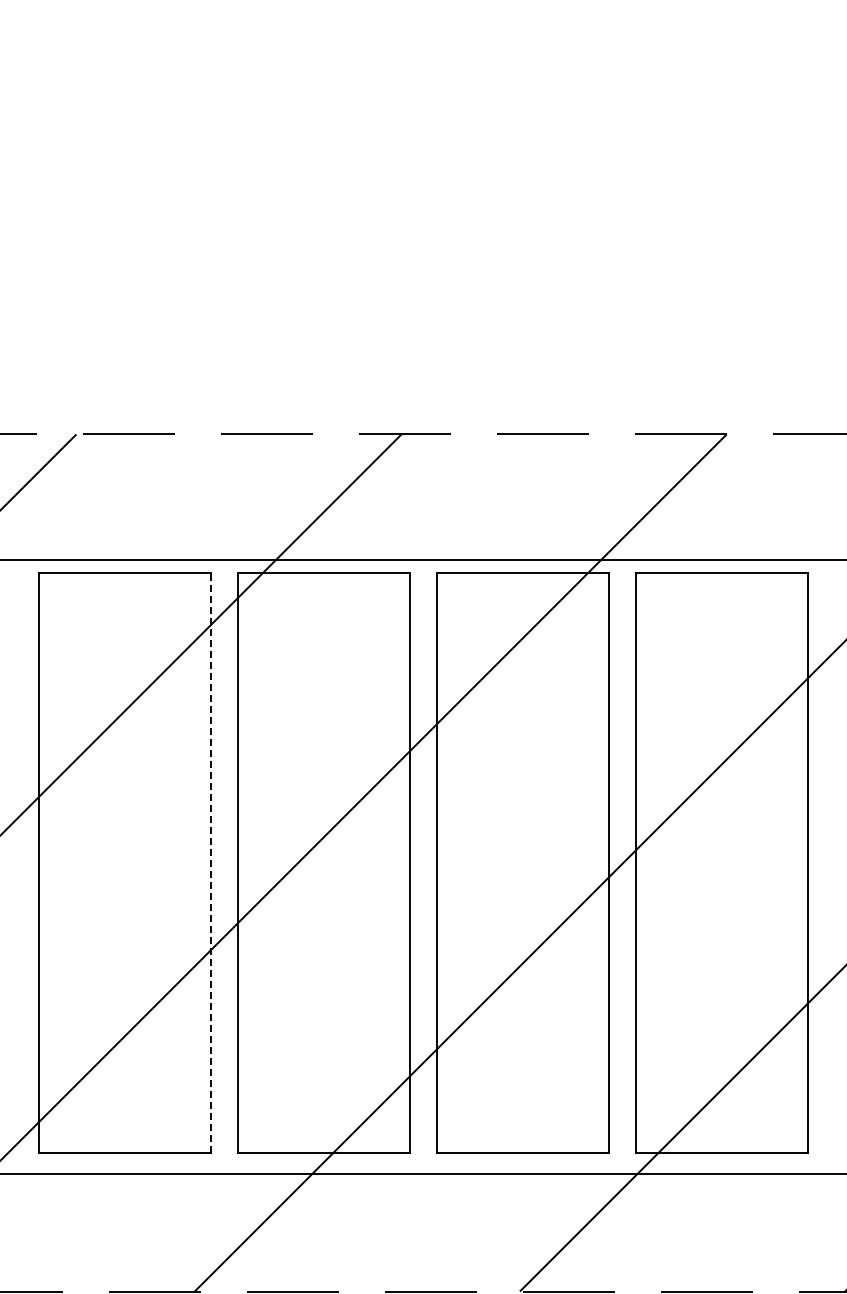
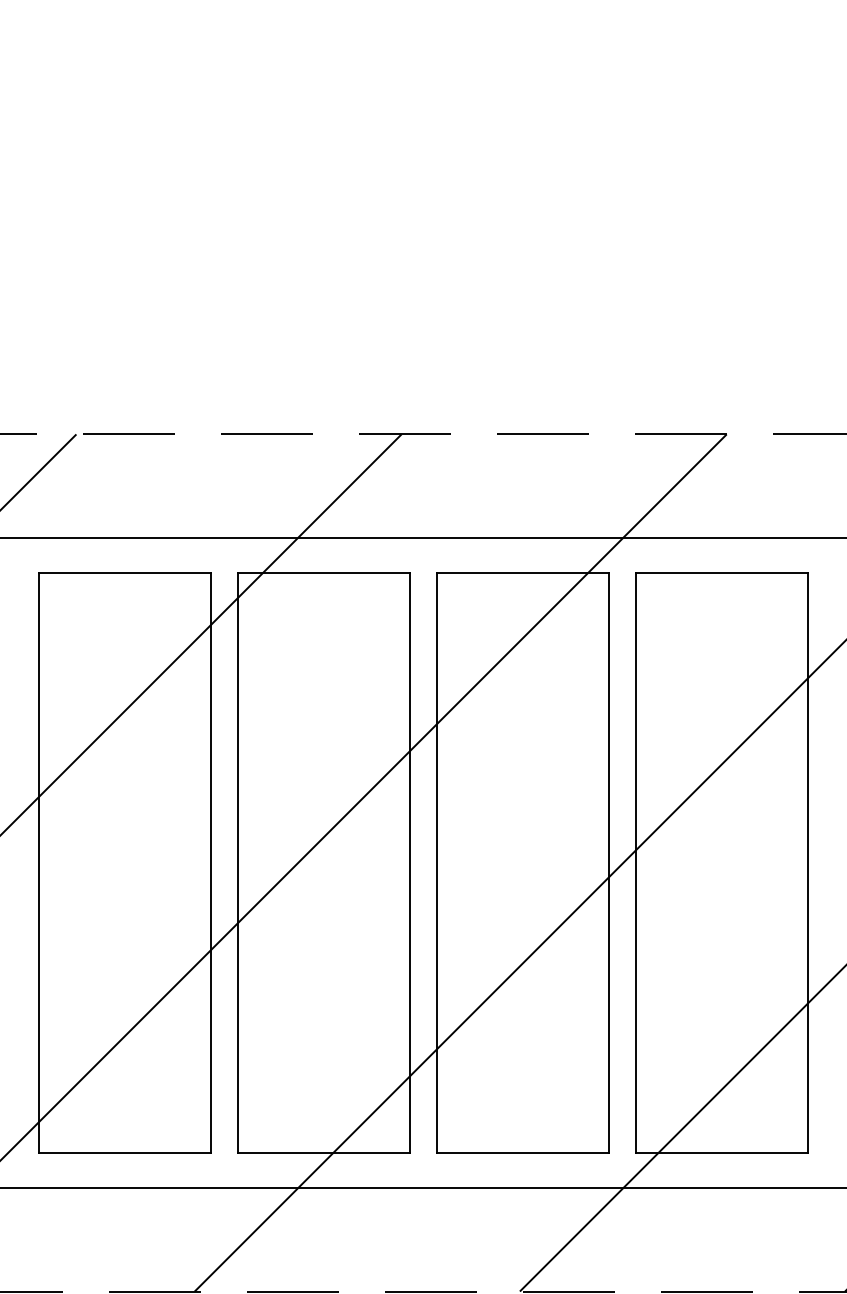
line at (422, 559) position: (422, 559) -> (422, 537)
line at (210, 862): dashed -> solid
line at (422, 1174) position: (422, 1174) -> (422, 1188)
